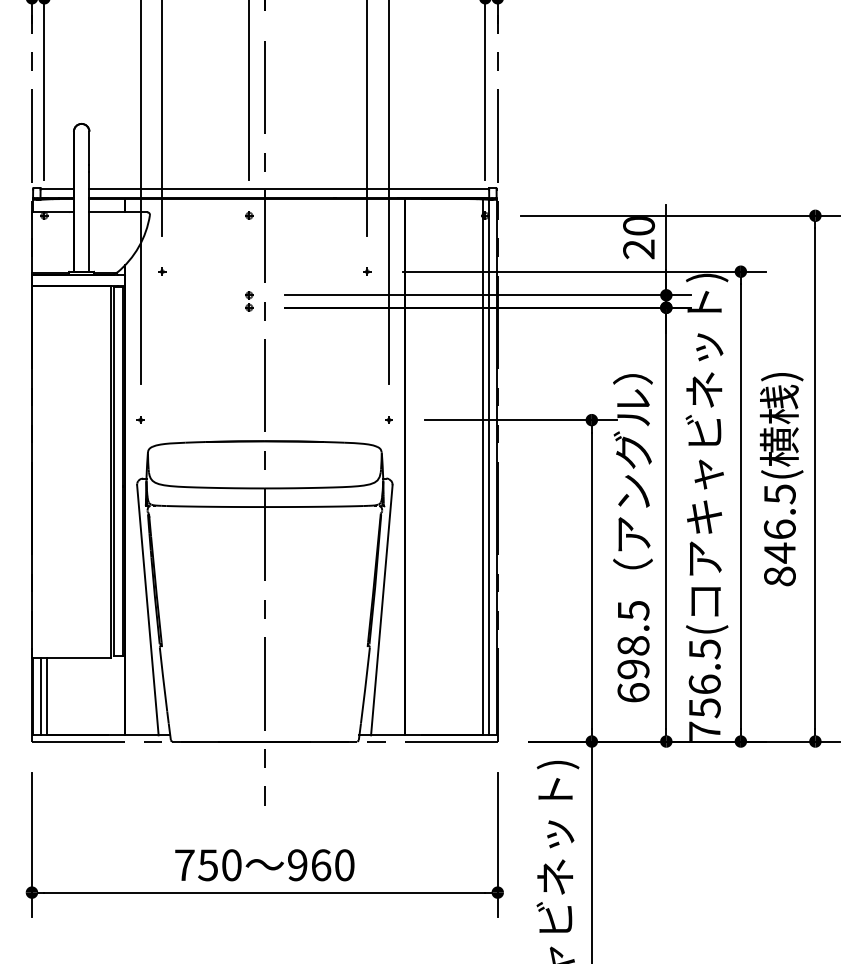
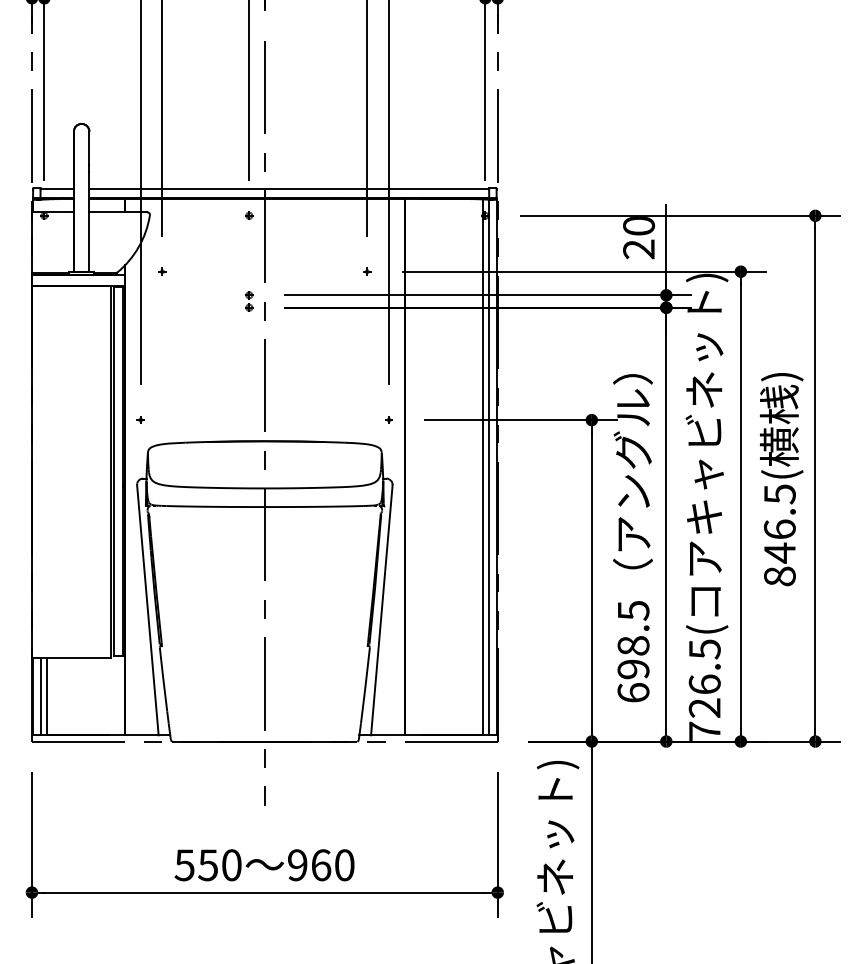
text at (704, 708): 756.5( -> 726.5(
text at (184, 865): 750 -> 550
